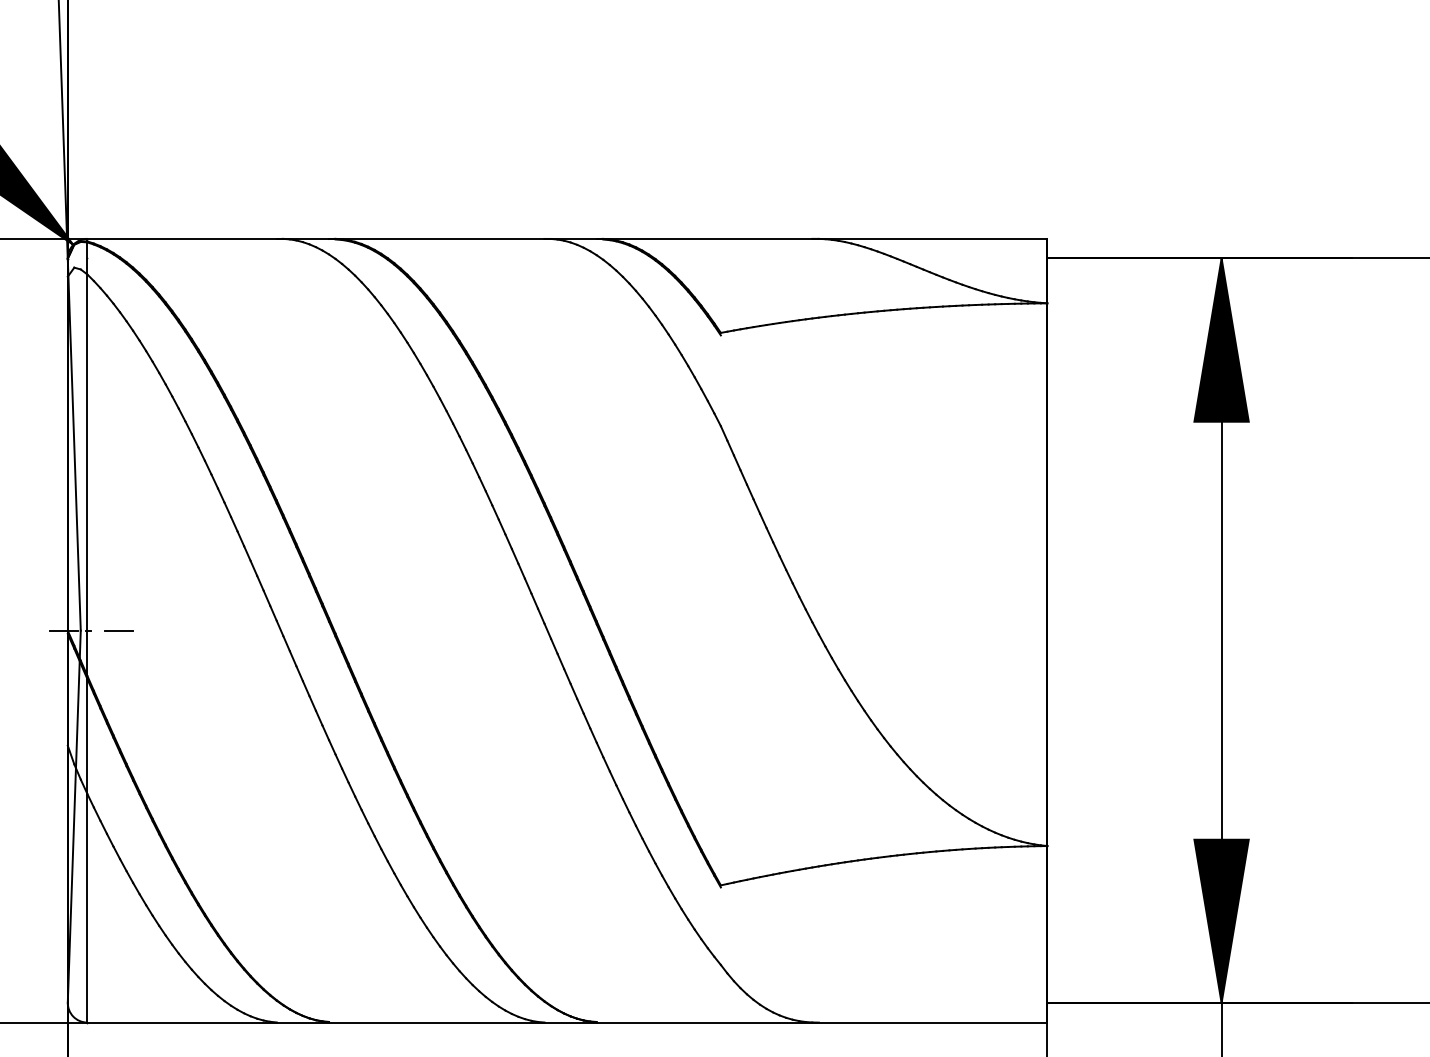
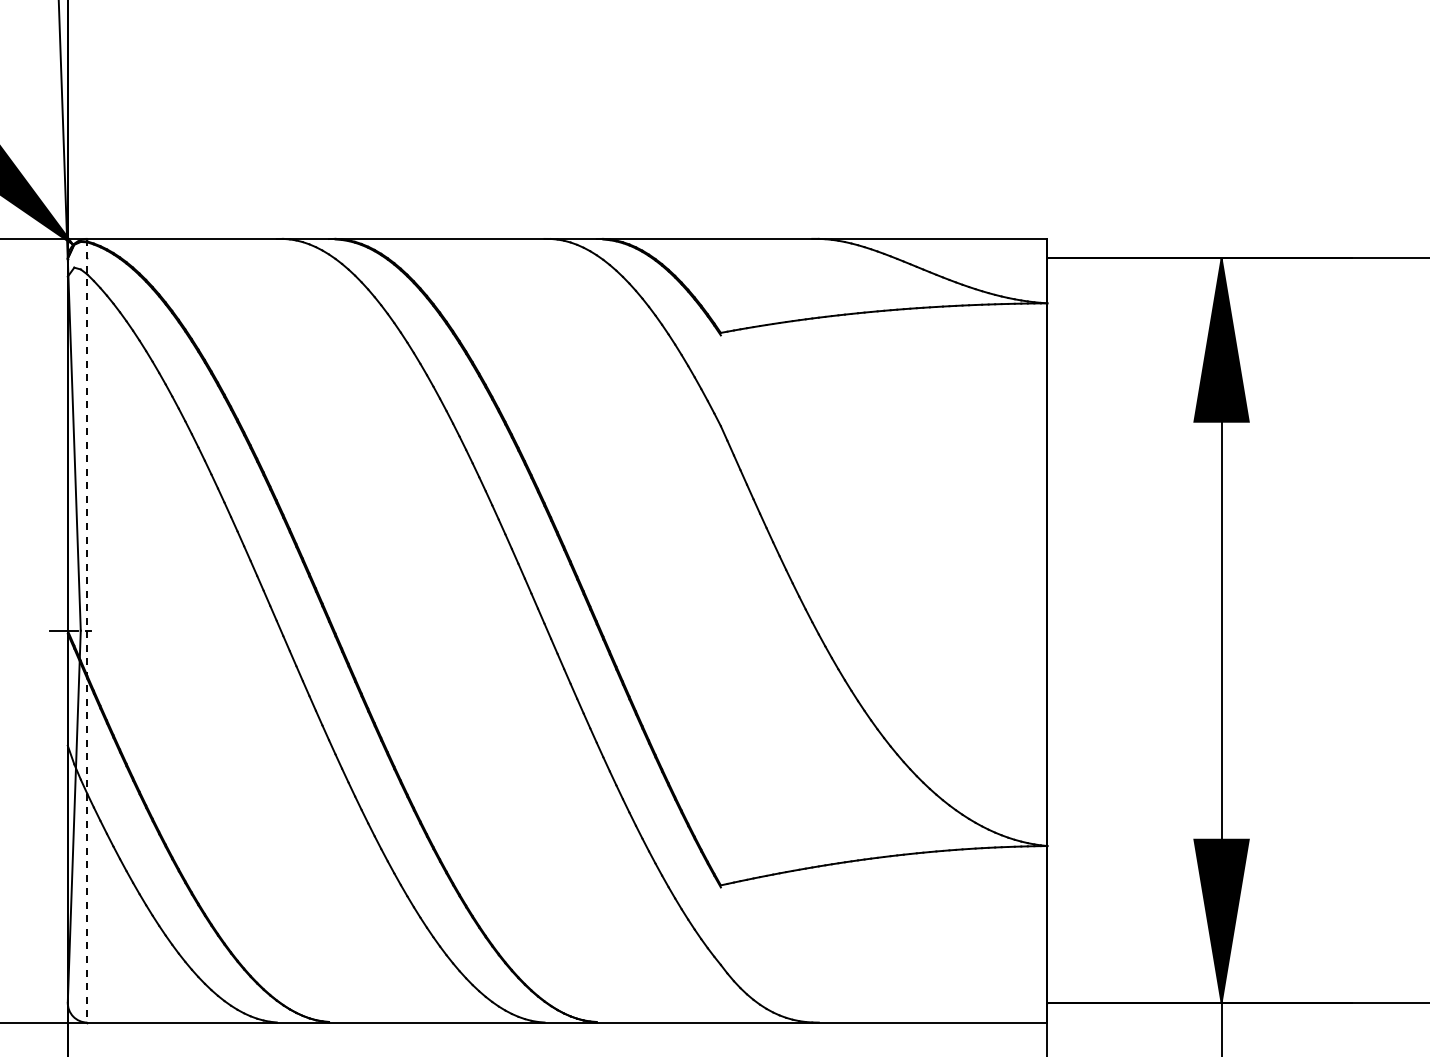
line at (87, 630): solid -> dashed
line at (118, 630): present -> none
